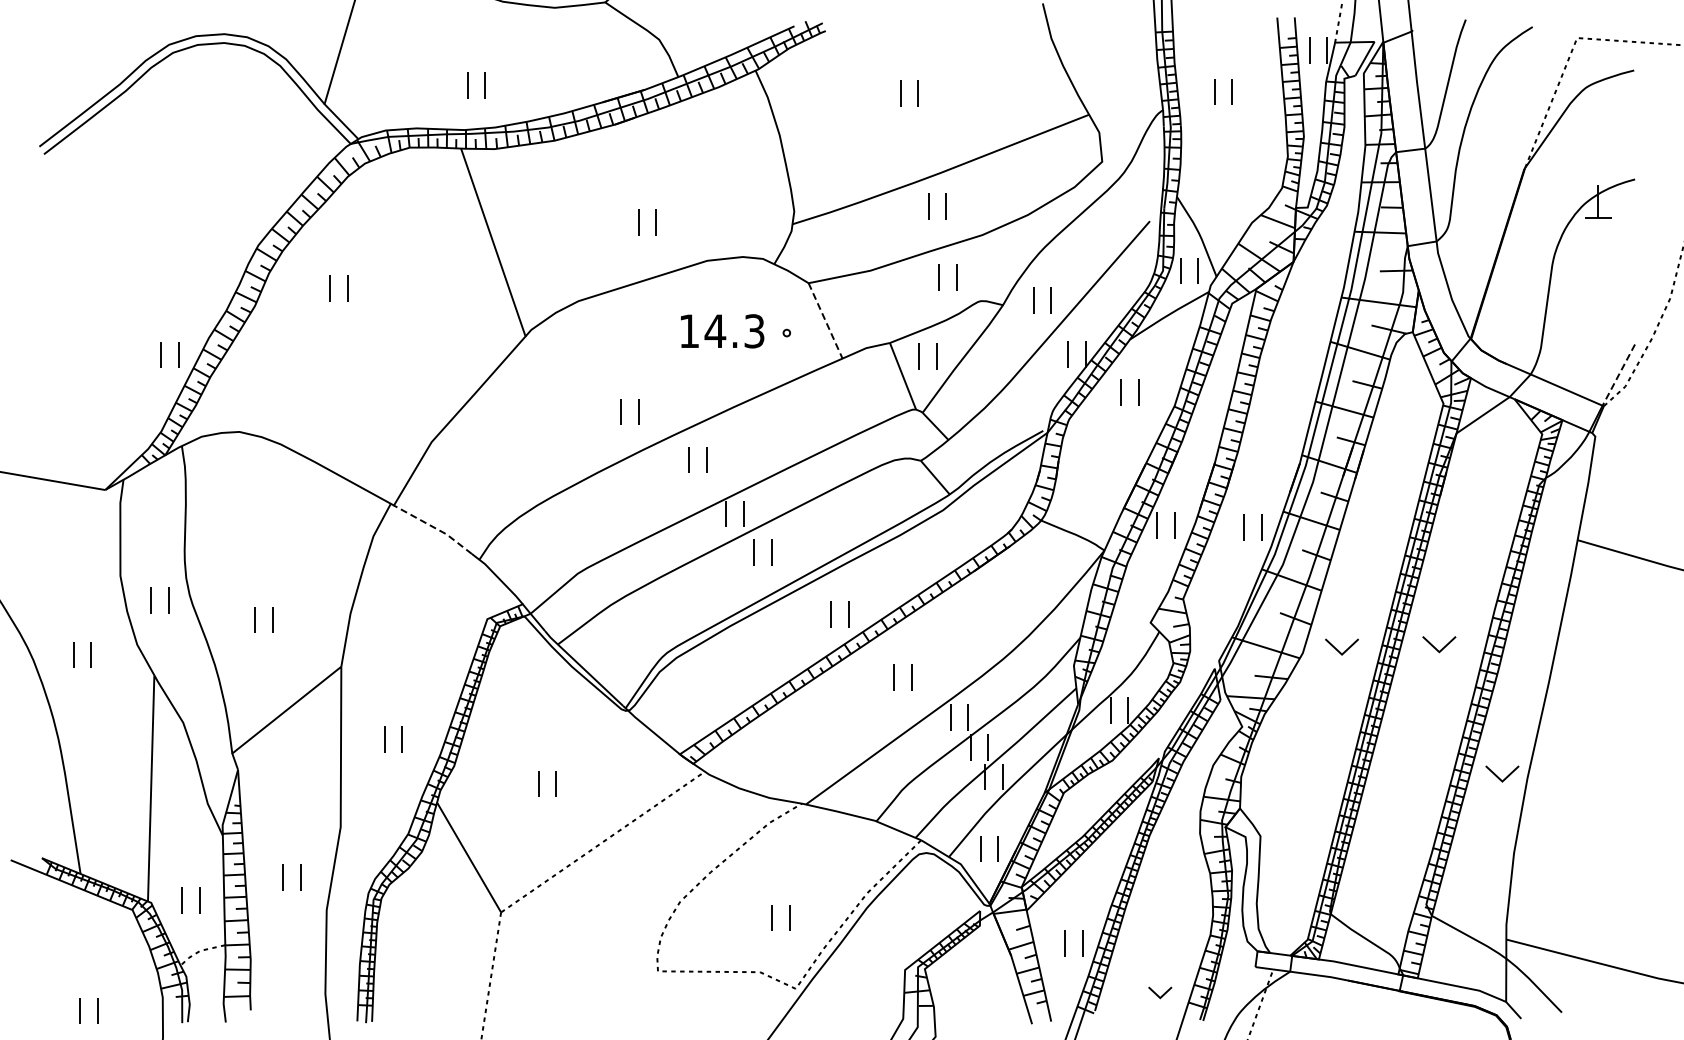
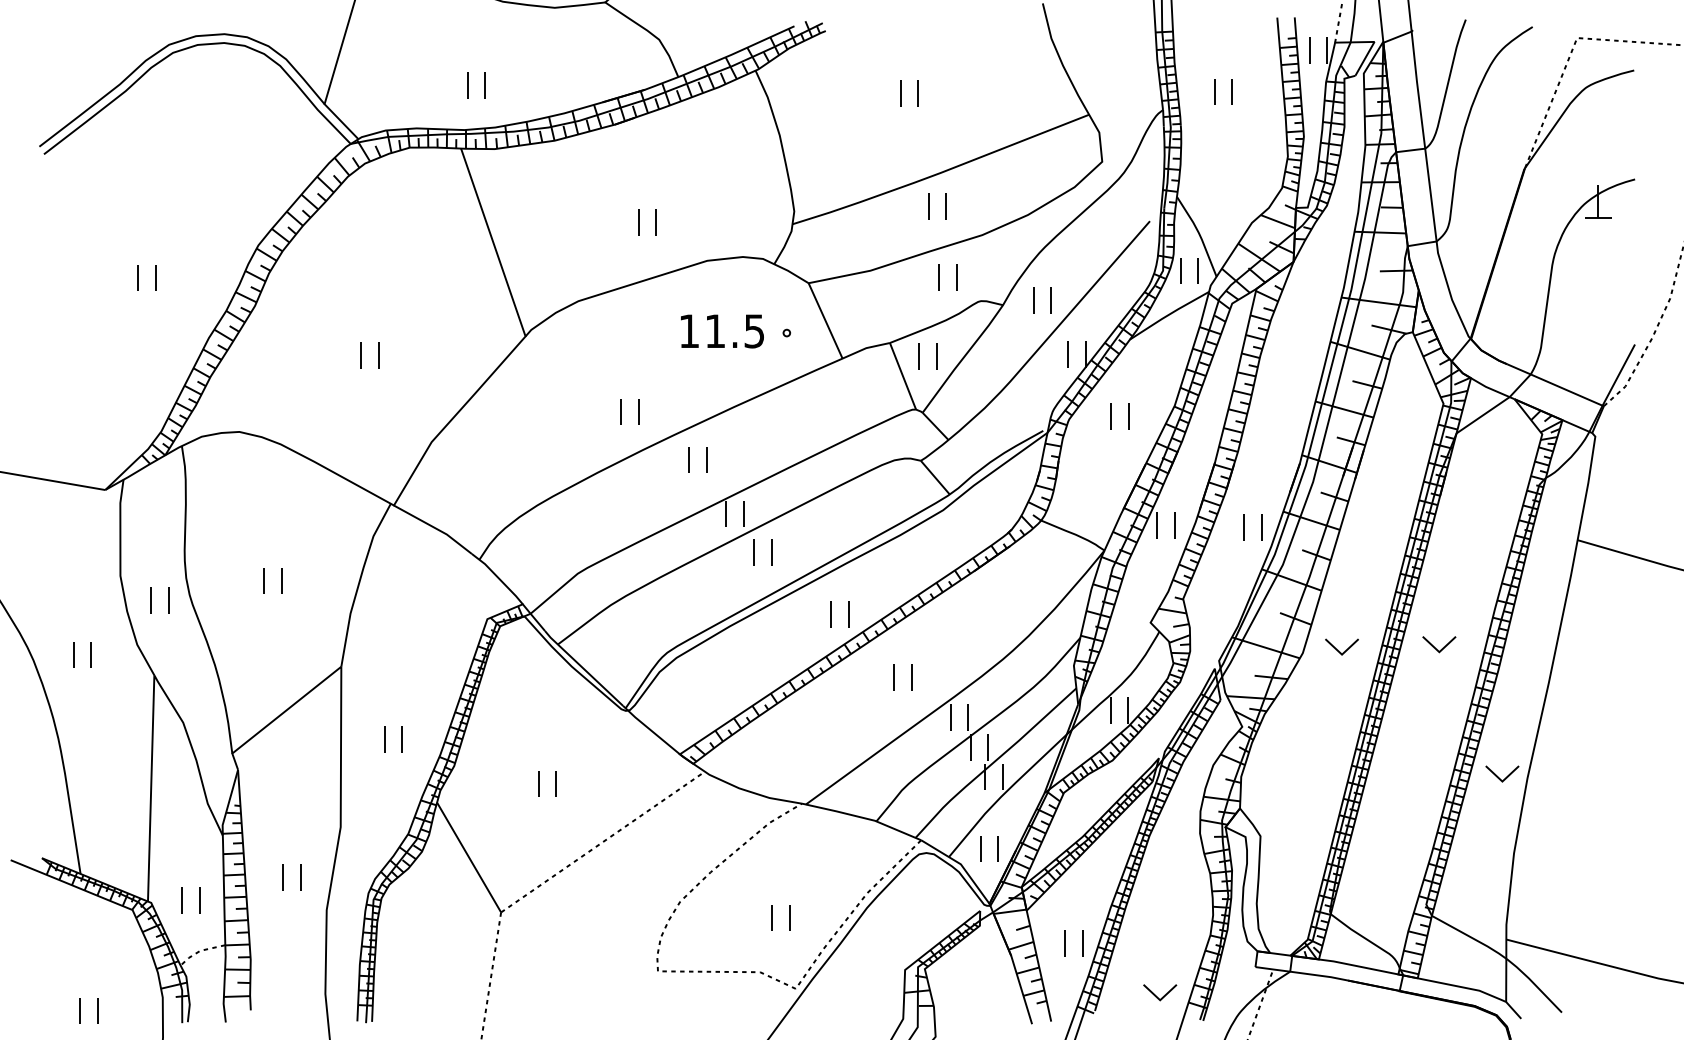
part at (330, 288) position: (330, 288) -> (361, 355)
line at (825, 321): dashed -> solid
text at (734, 330): 14.3 -> 11.5
part at (161, 354) position: (161, 354) -> (138, 277)
line at (1618, 375): dashed -> solid
part at (1121, 392) position: (1121, 392) -> (1111, 416)
line at (434, 527): dashed -> solid
part at (255, 619) position: (255, 619) -> (264, 580)
part at (1160, 992) size: 25x14 px -> 35x18 px
